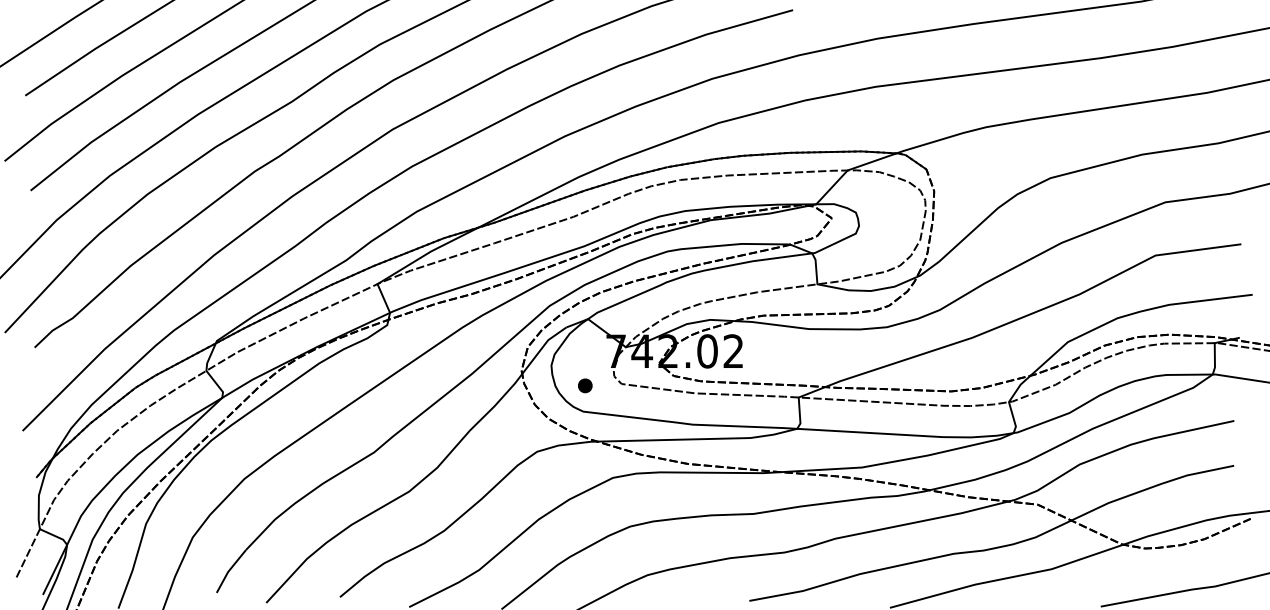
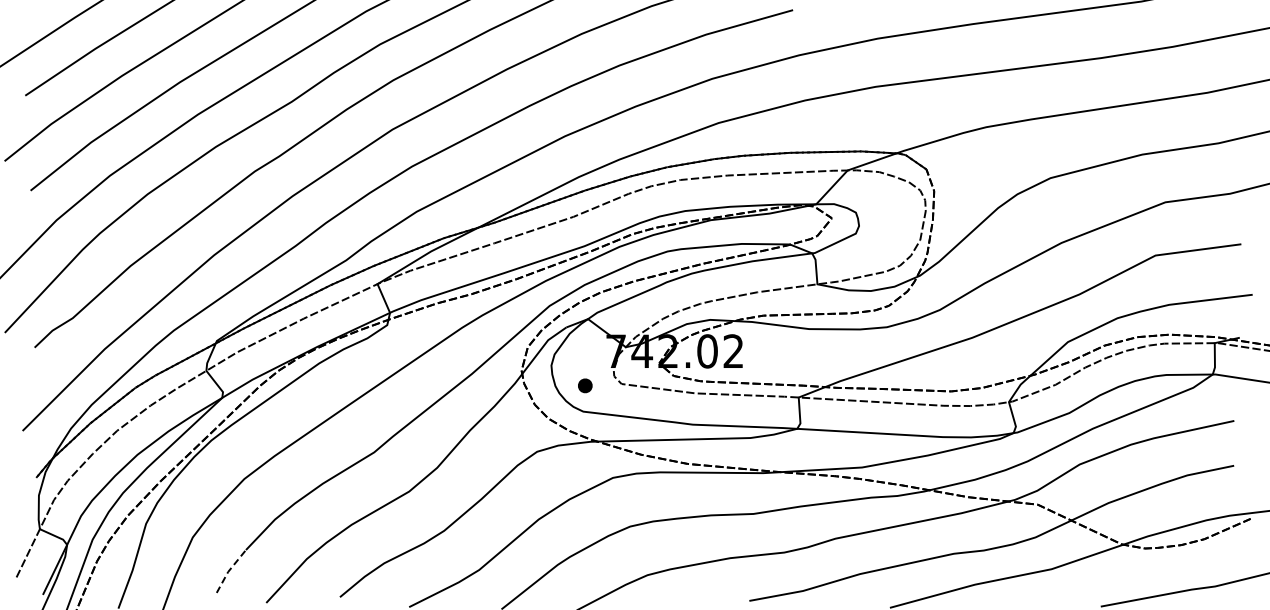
line at (229, 570): solid -> dashed
